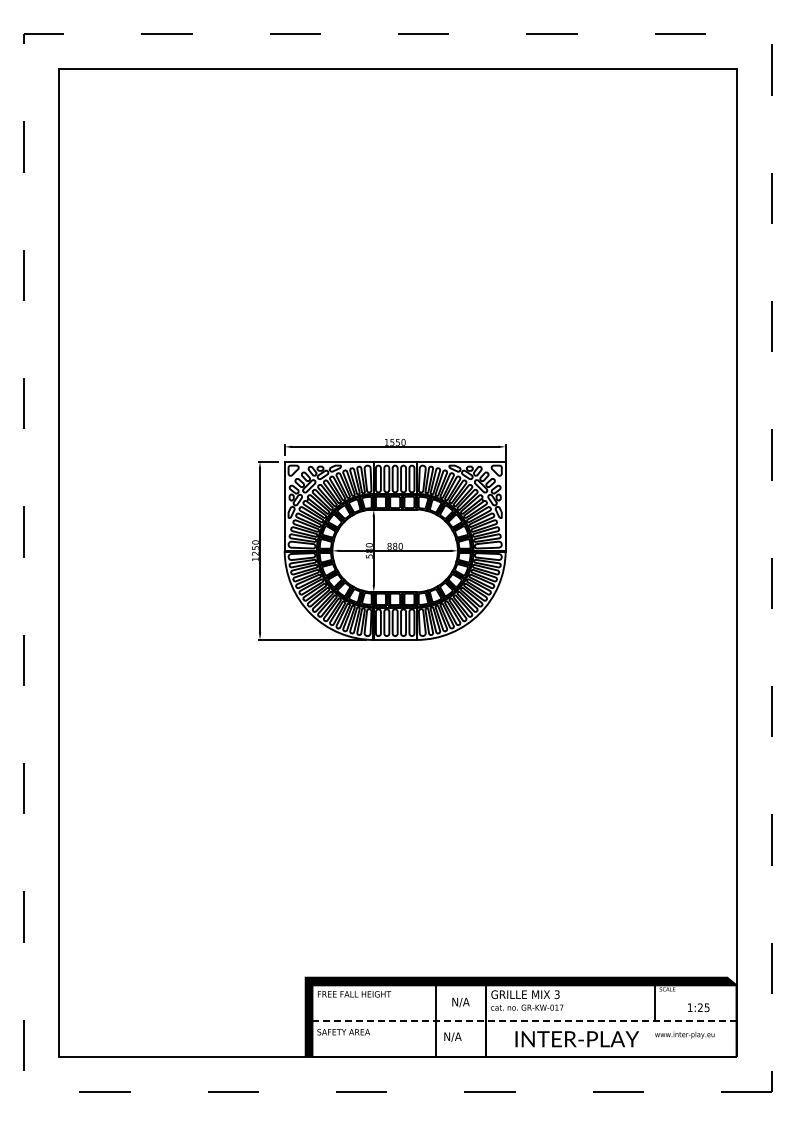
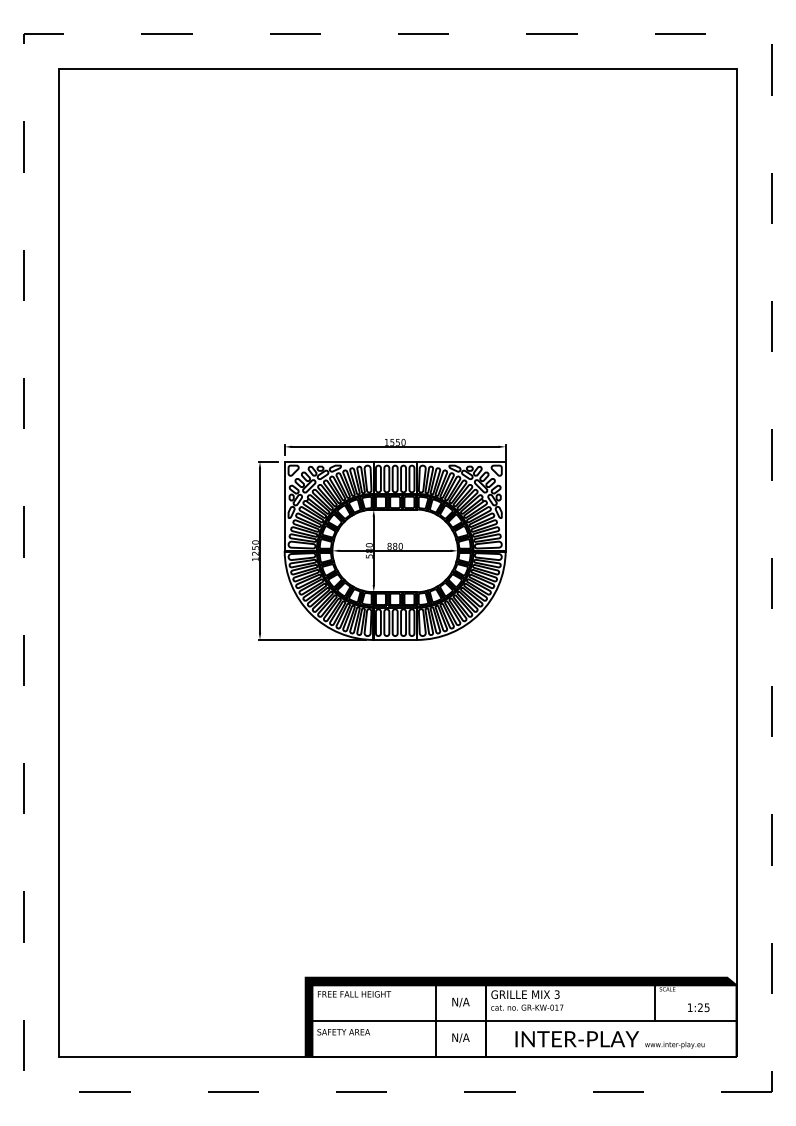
line at (524, 1020): dashed -> solid
text at (684, 1034) position: (684, 1034) -> (674, 1044)
text at (452, 1036) position: (452, 1036) -> (460, 1037)
